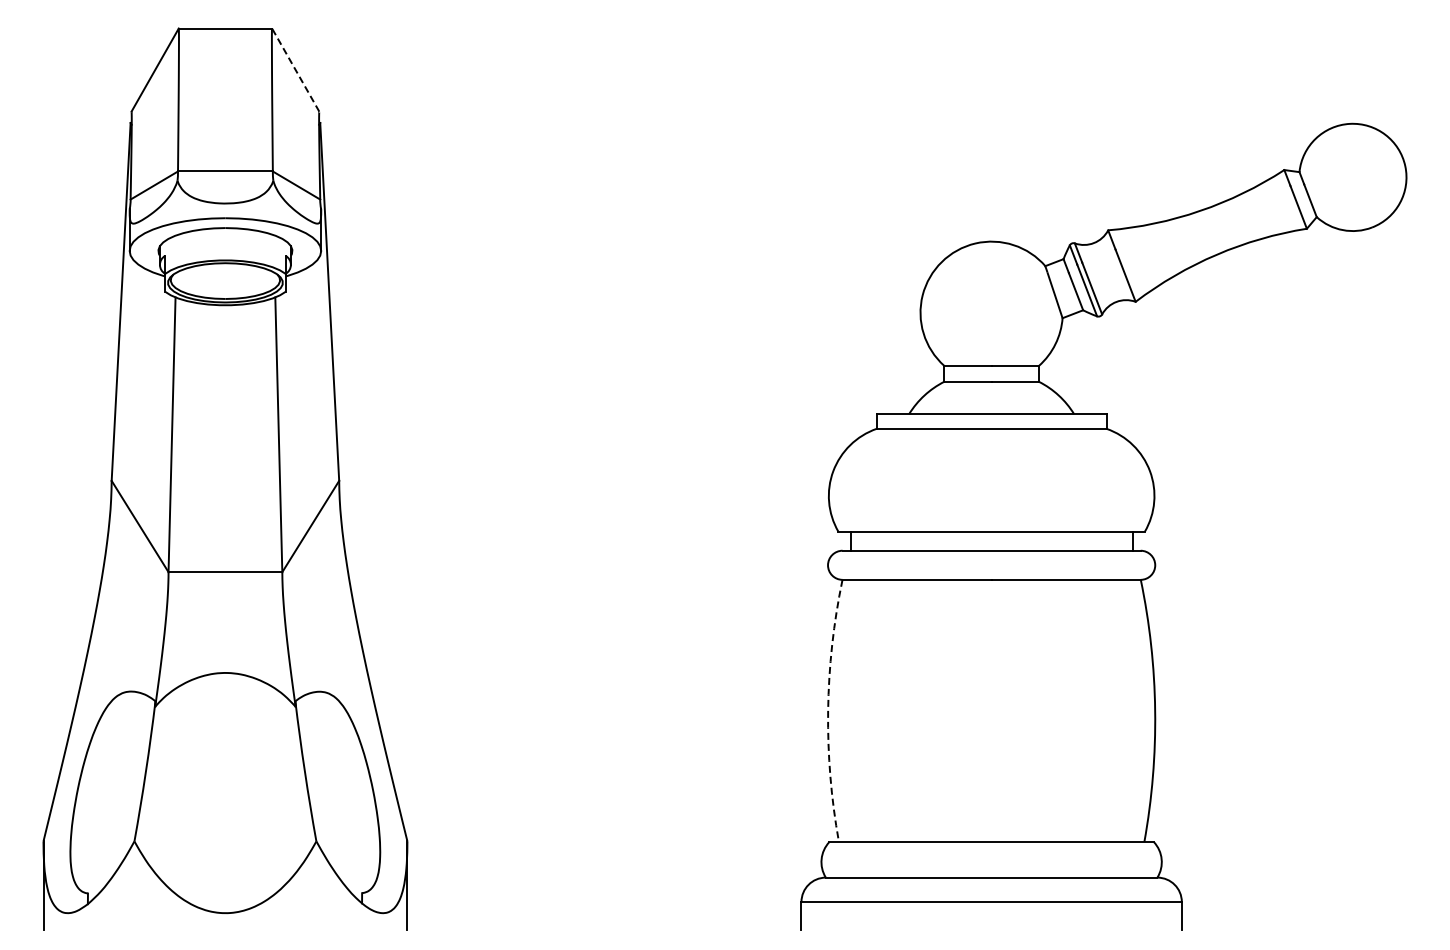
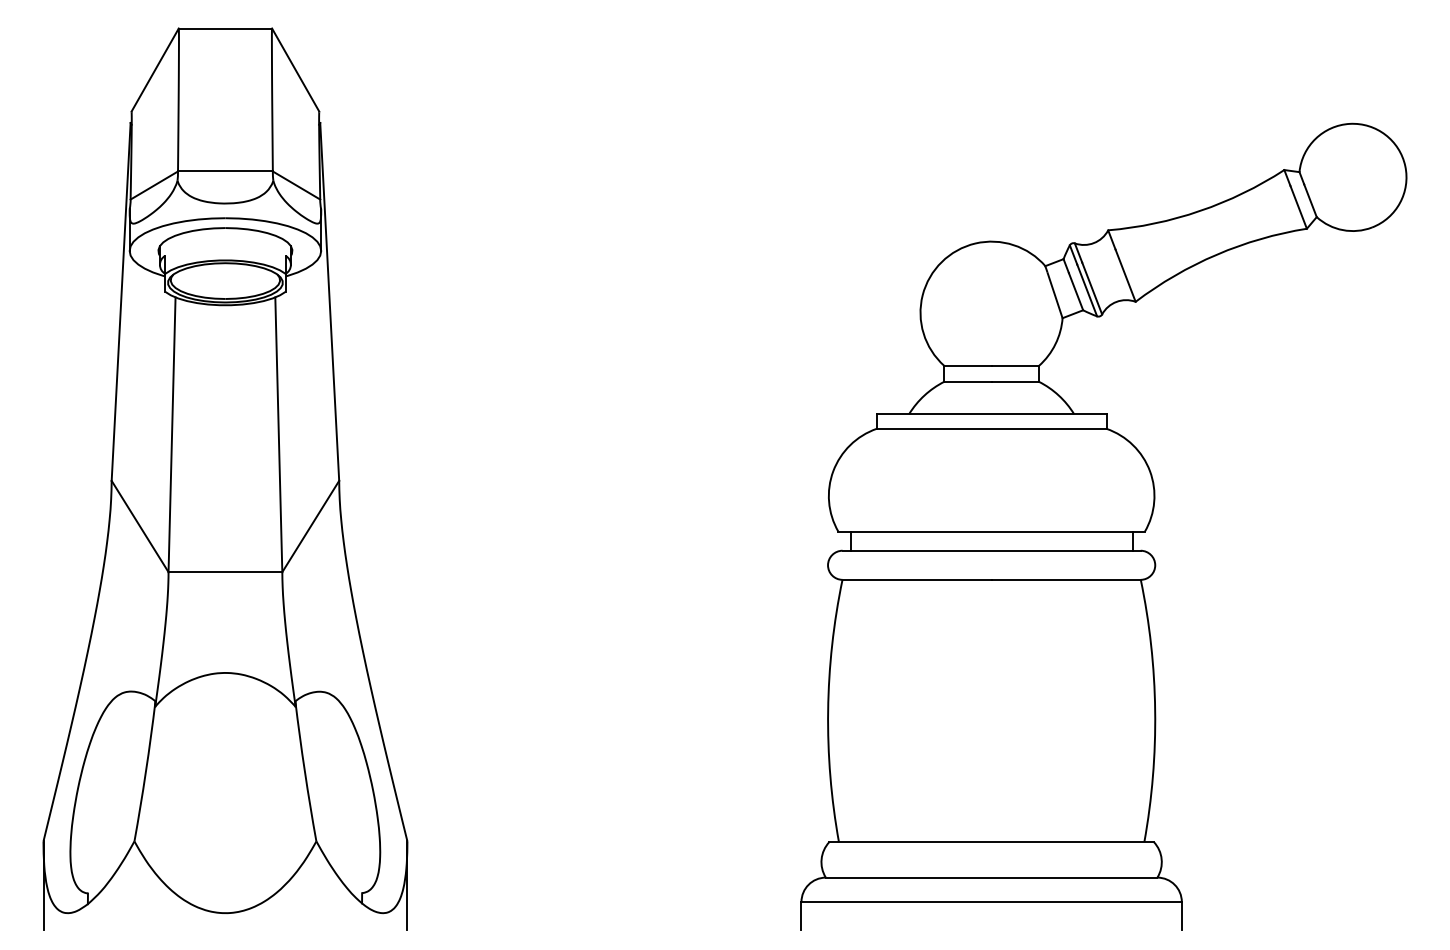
line at (295, 70): dashed -> solid
arc at (828, 710): dashed -> solid
